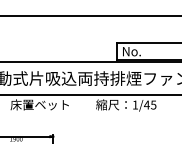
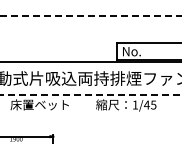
line at (90, 16): solid -> dashed
line at (90, 95): solid -> dashed
